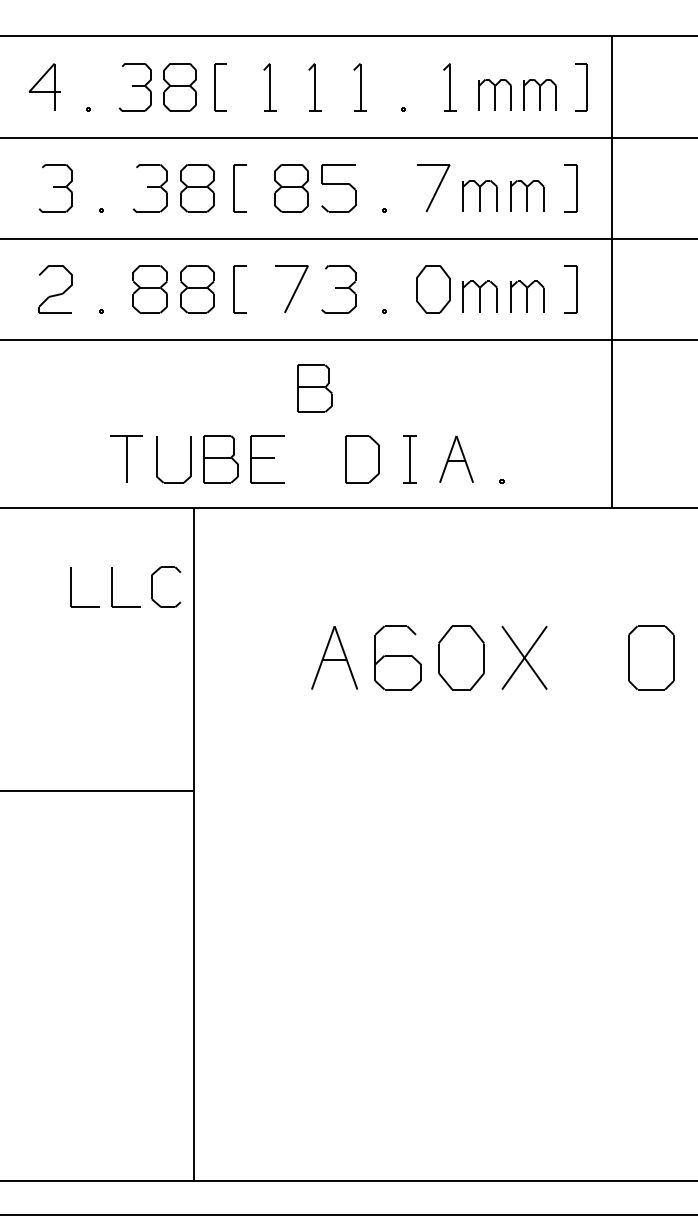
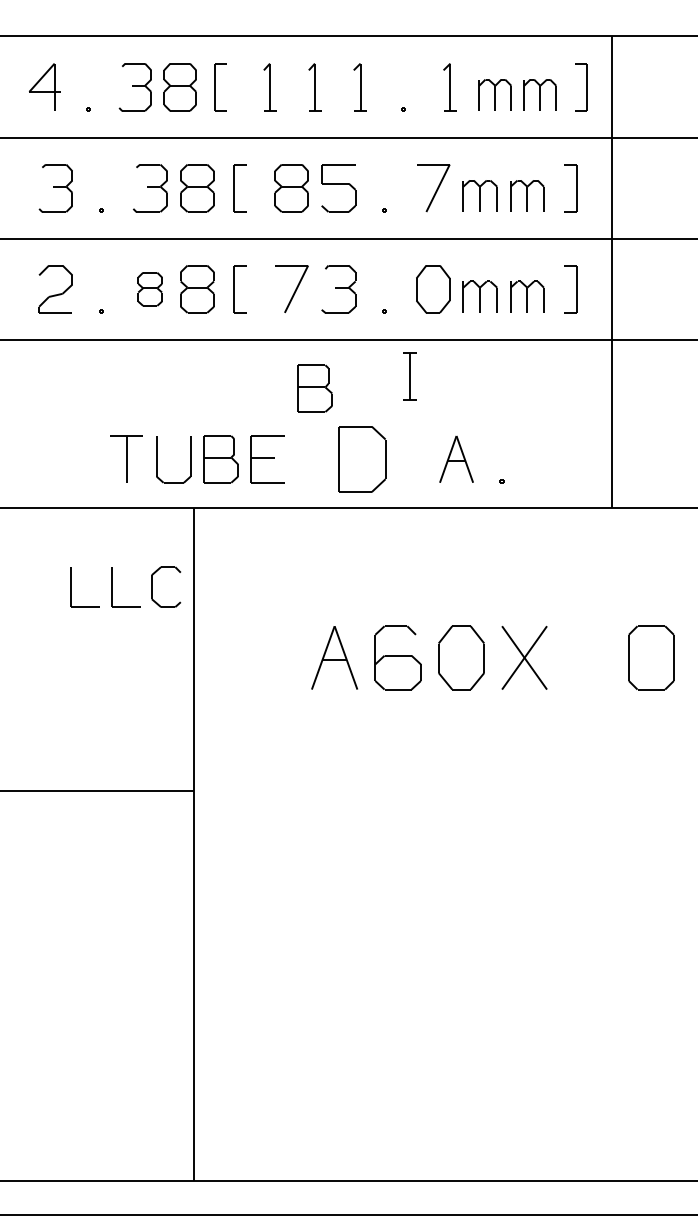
part at (149, 289) size: 36x49 px -> 26x35 px
part at (362, 459) size: 35x49 px -> 49x67 px
part at (409, 459) position: (409, 459) -> (409, 376)
